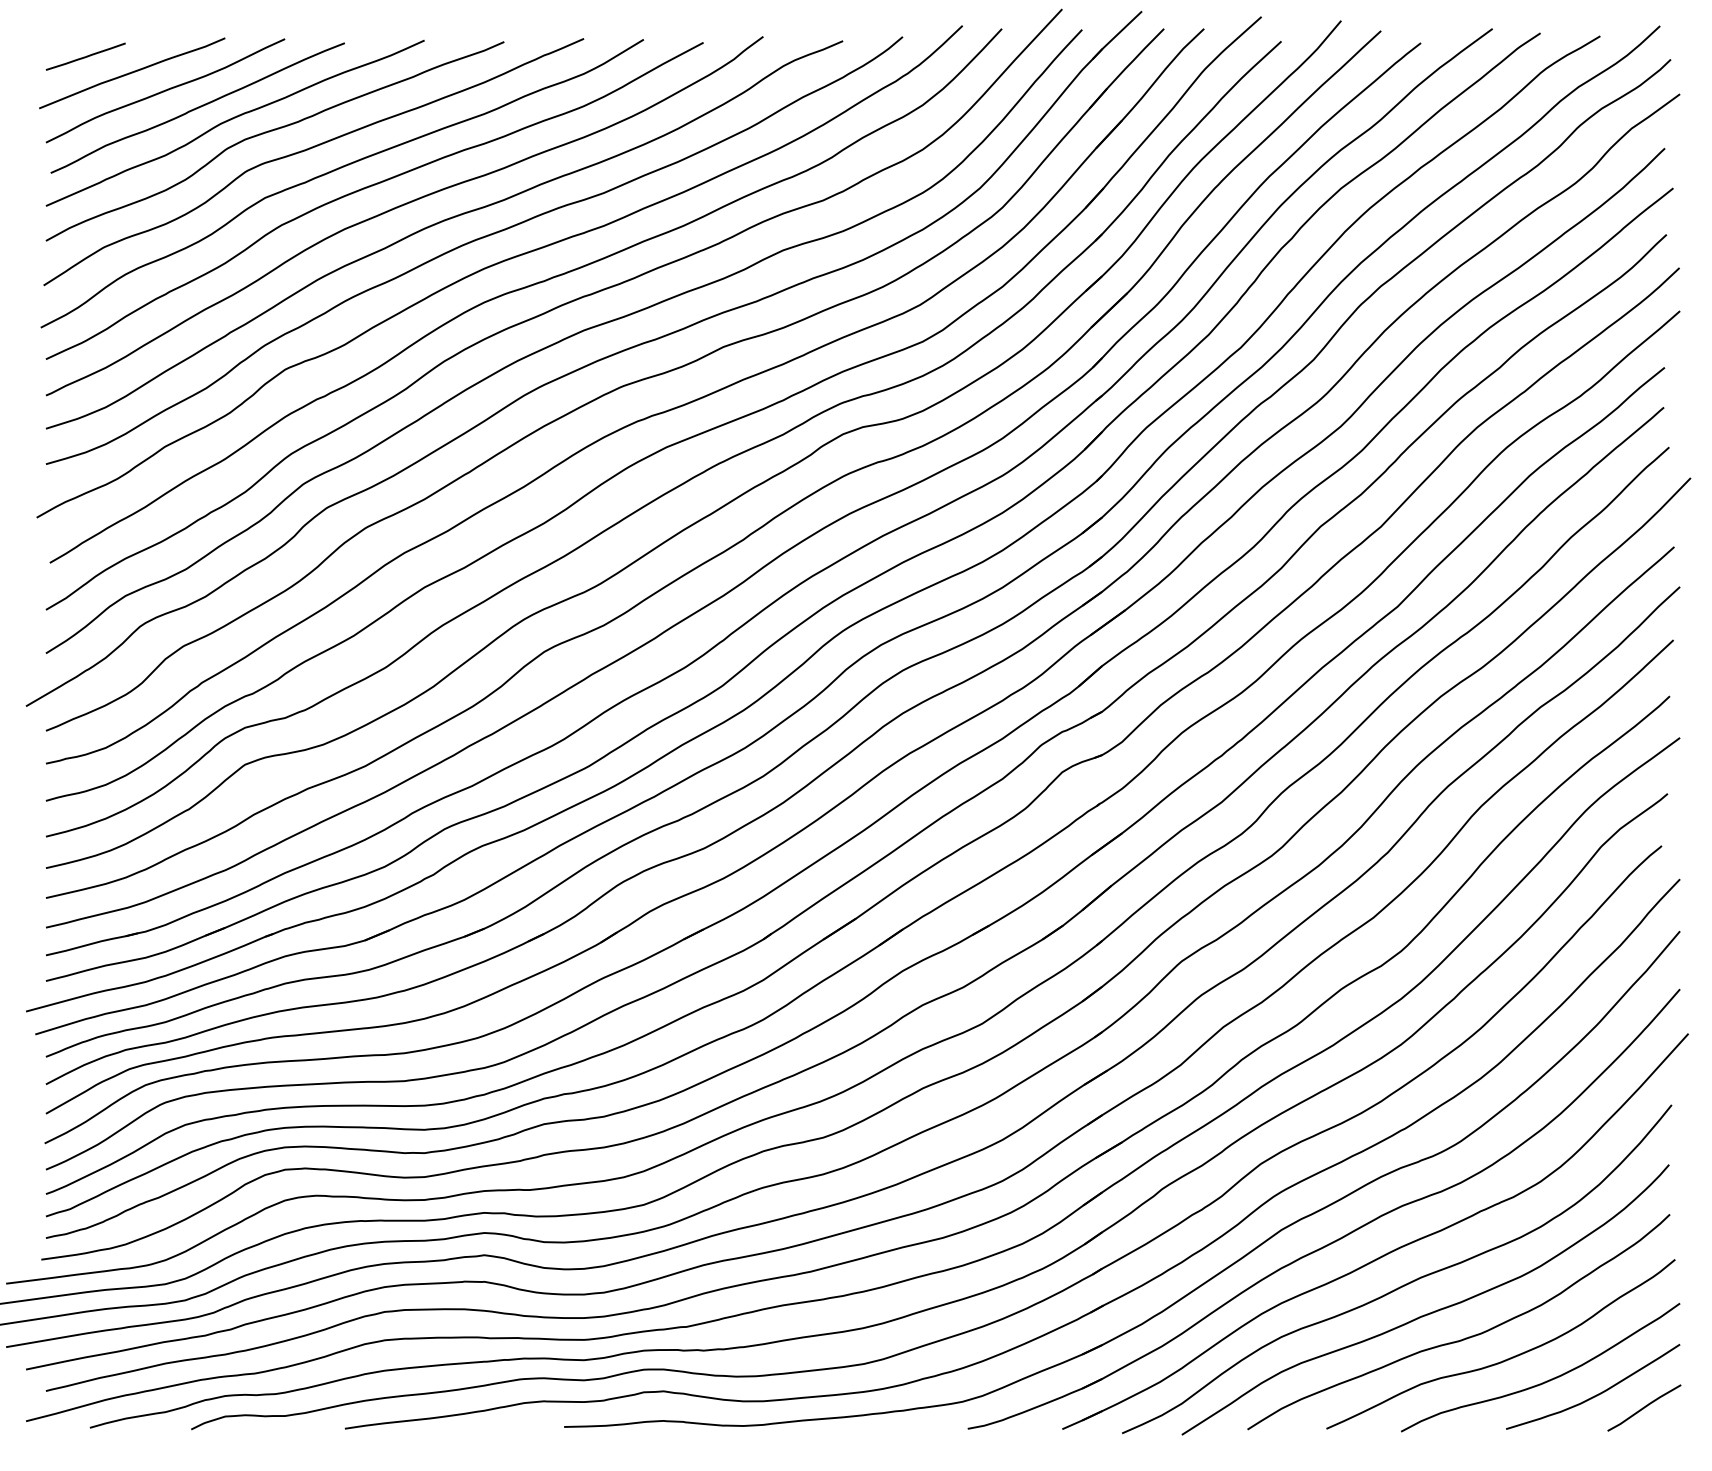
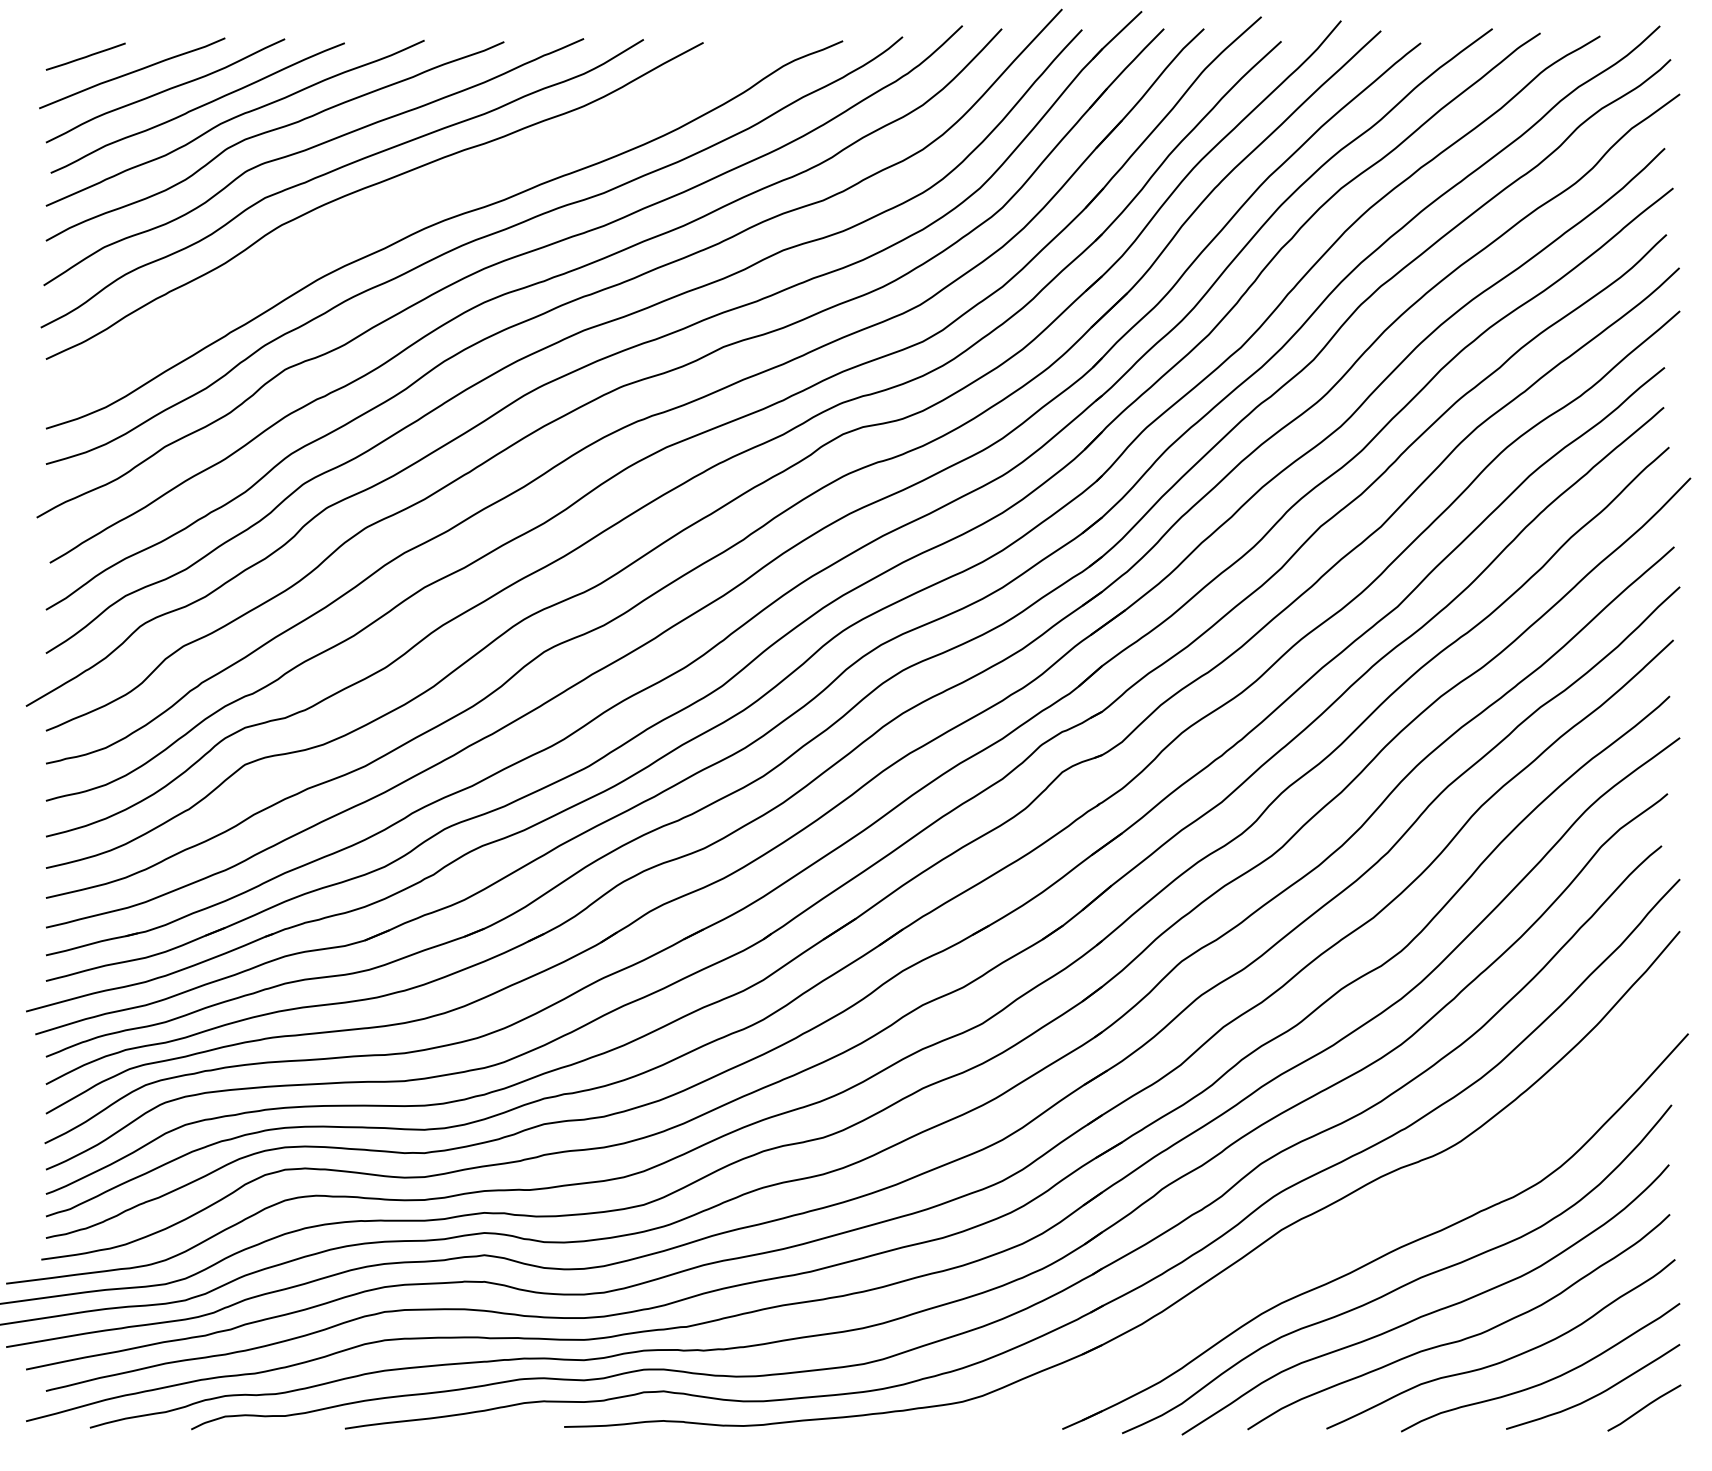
curve at (402, 206): present -> none
part at (1338, 1238): present -> none
